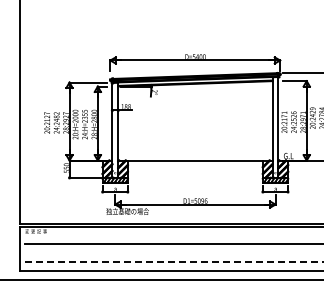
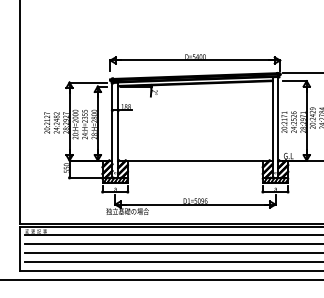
line at (172, 235): none -> present
line at (172, 252): none -> present
line at (174, 261): dashed -> solid
